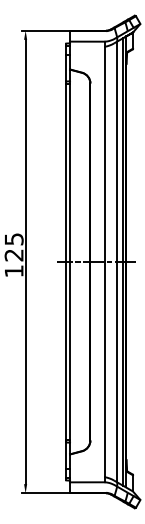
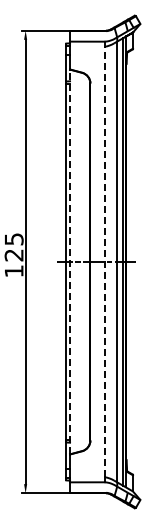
line at (70, 261): solid -> dashed
line at (104, 261): solid -> dashed
